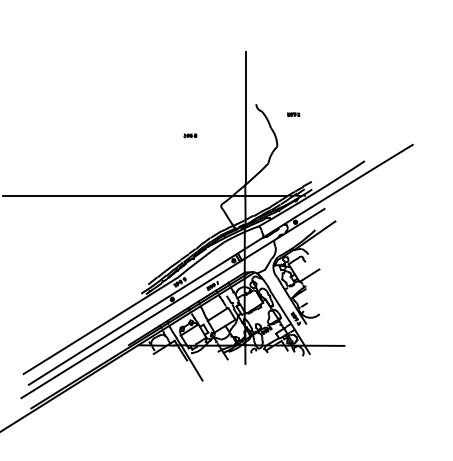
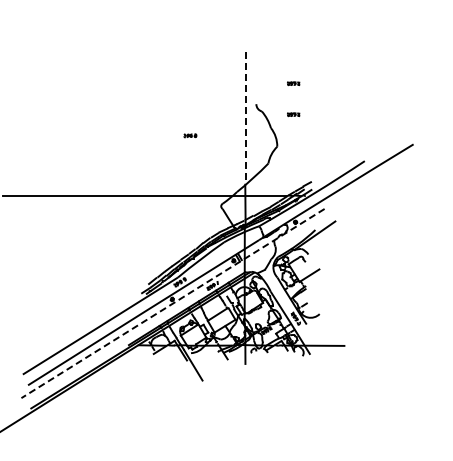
part at (293, 83): none -> present
line at (245, 118): solid -> dashed
line at (173, 303): solid -> dashed
